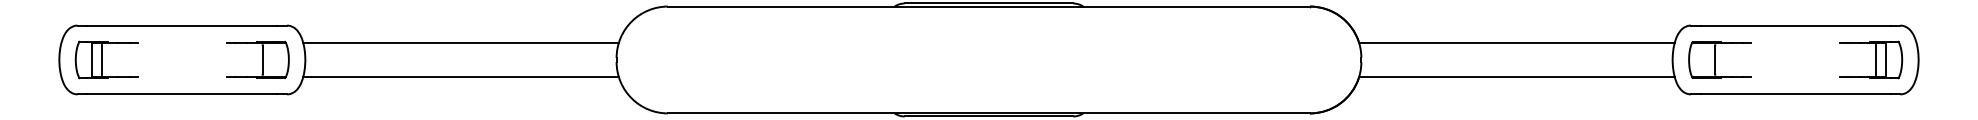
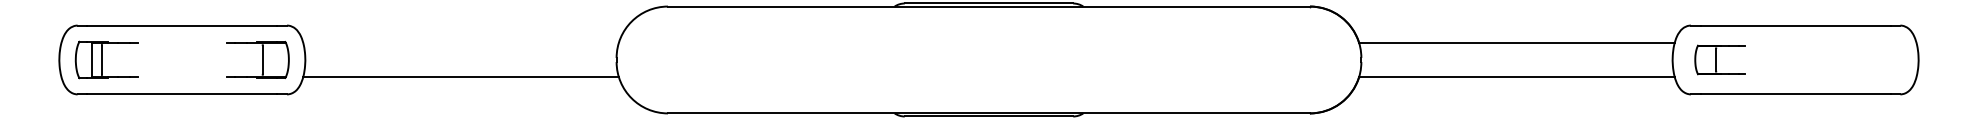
line at (460, 42): present -> none
part at (1719, 59) size: 64x38 px -> 52x32 px
part at (1871, 59): present -> none
